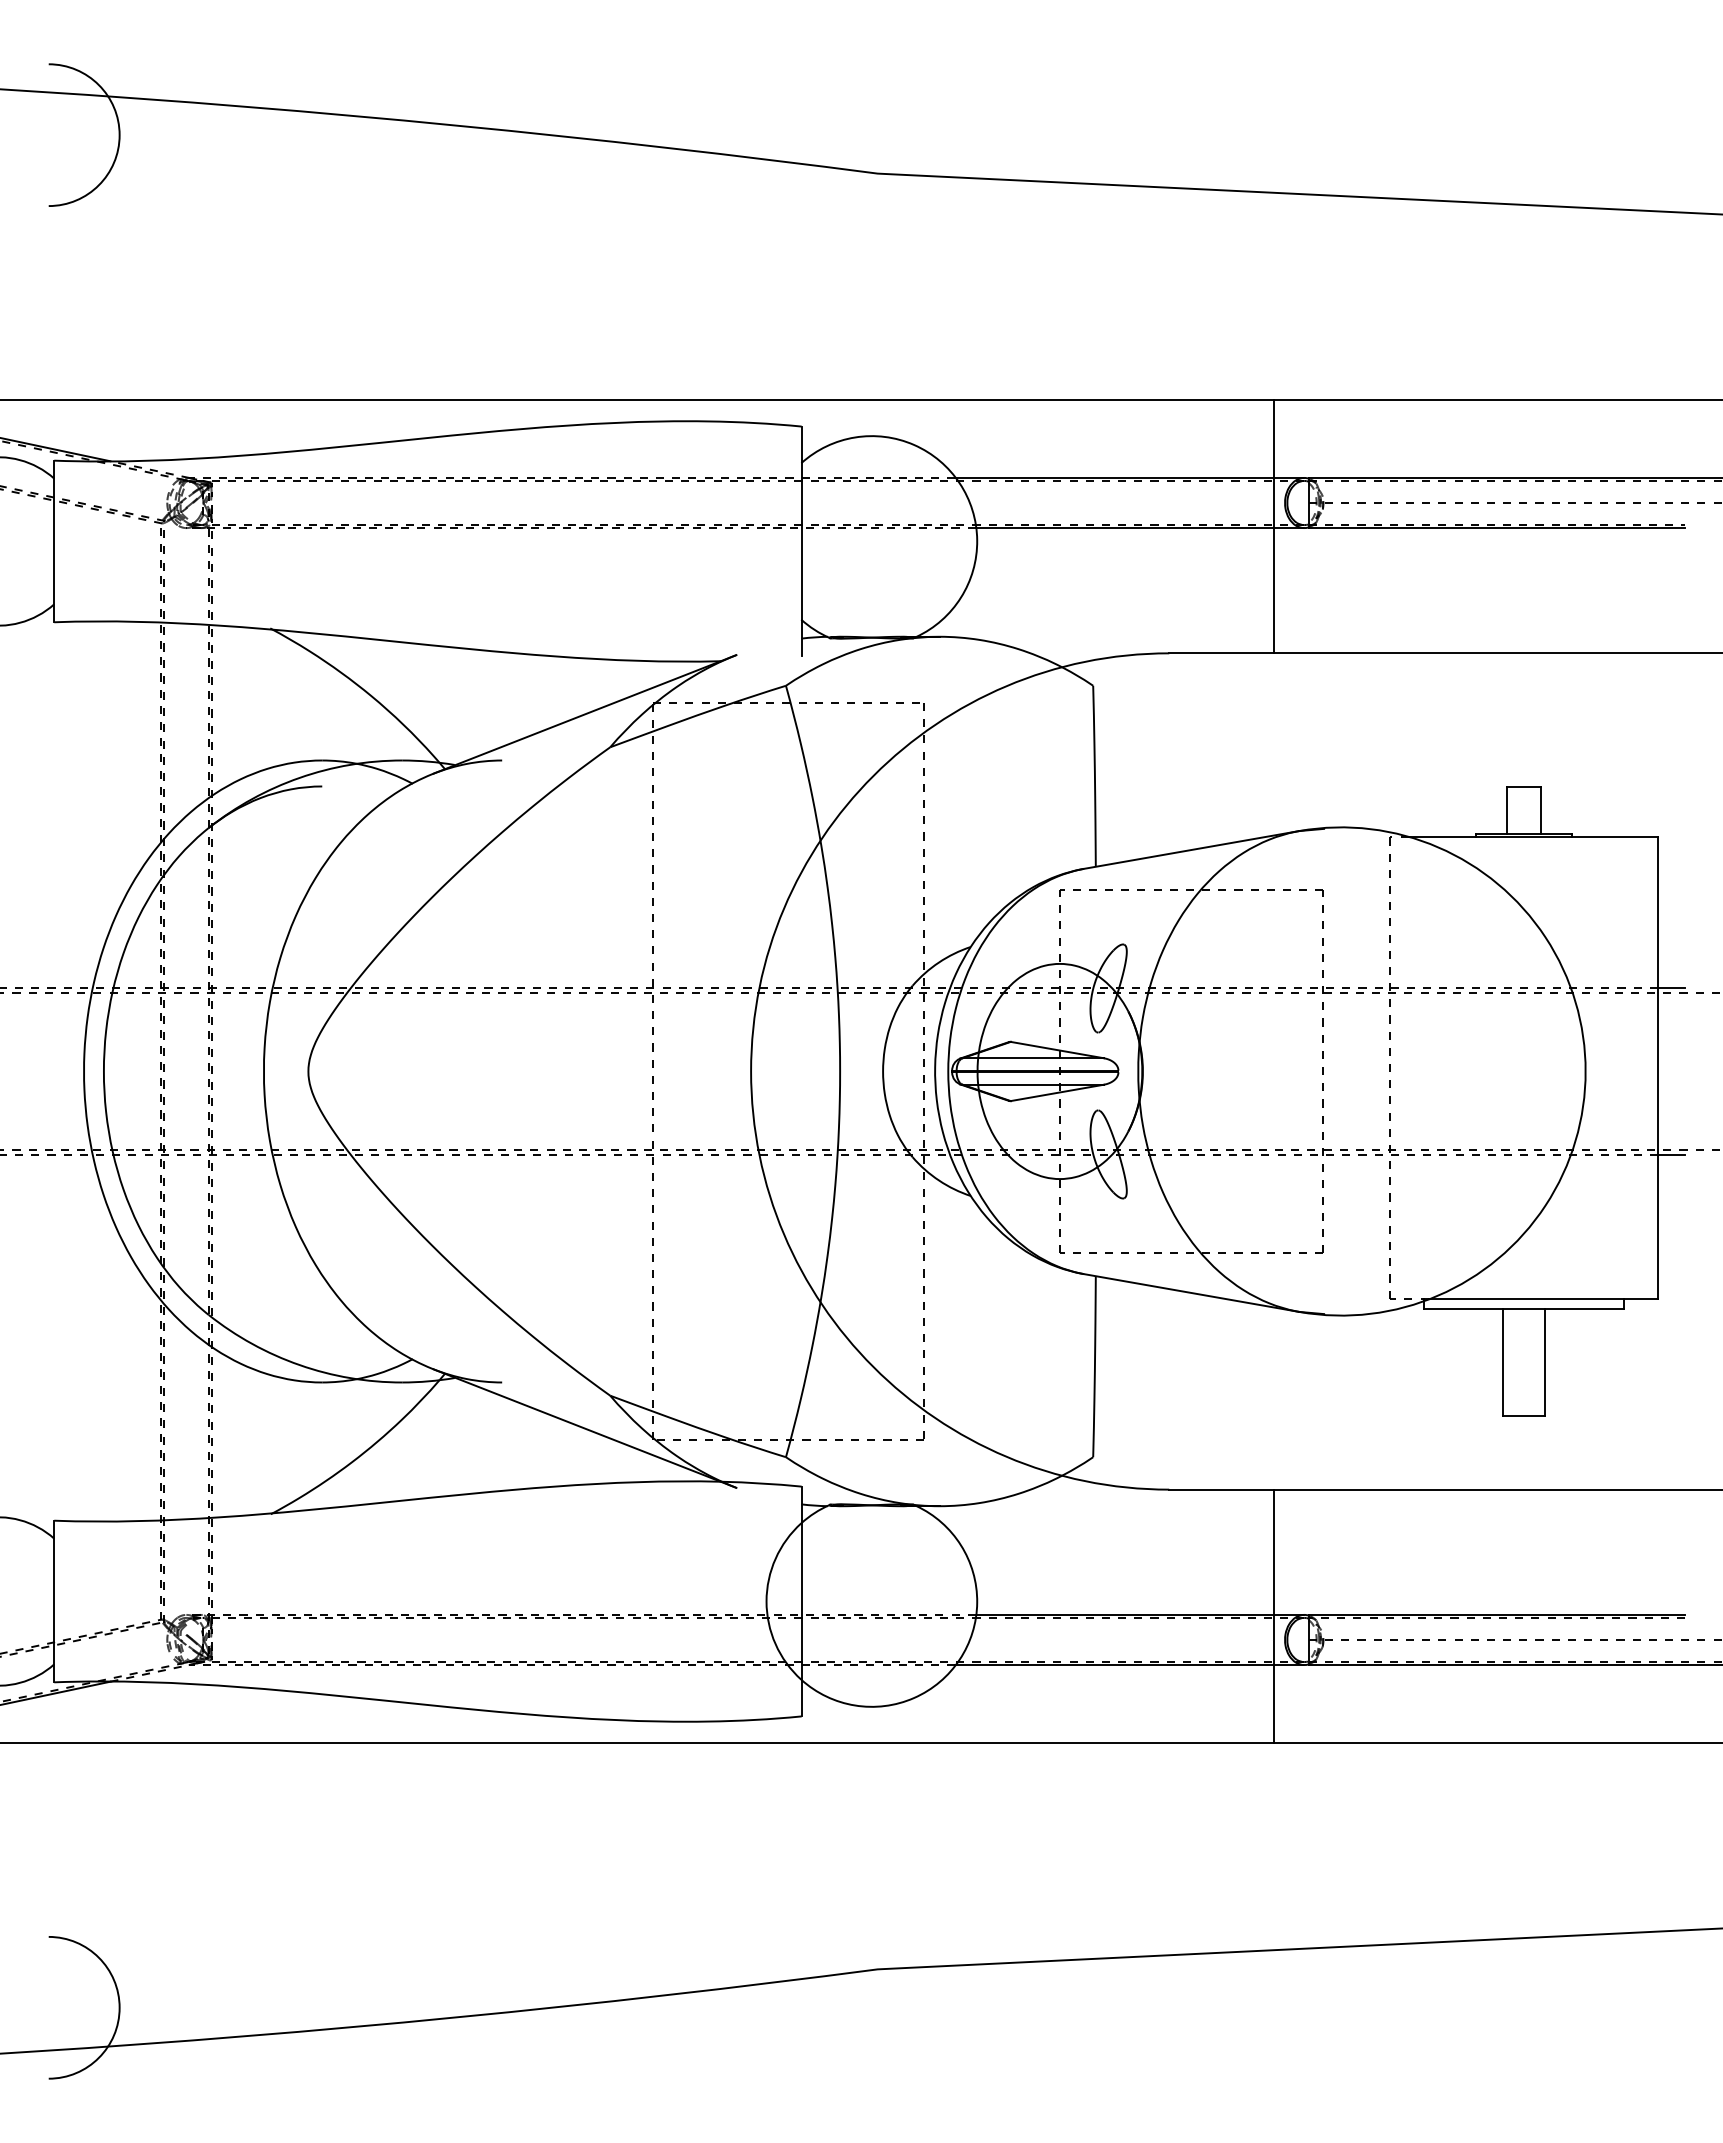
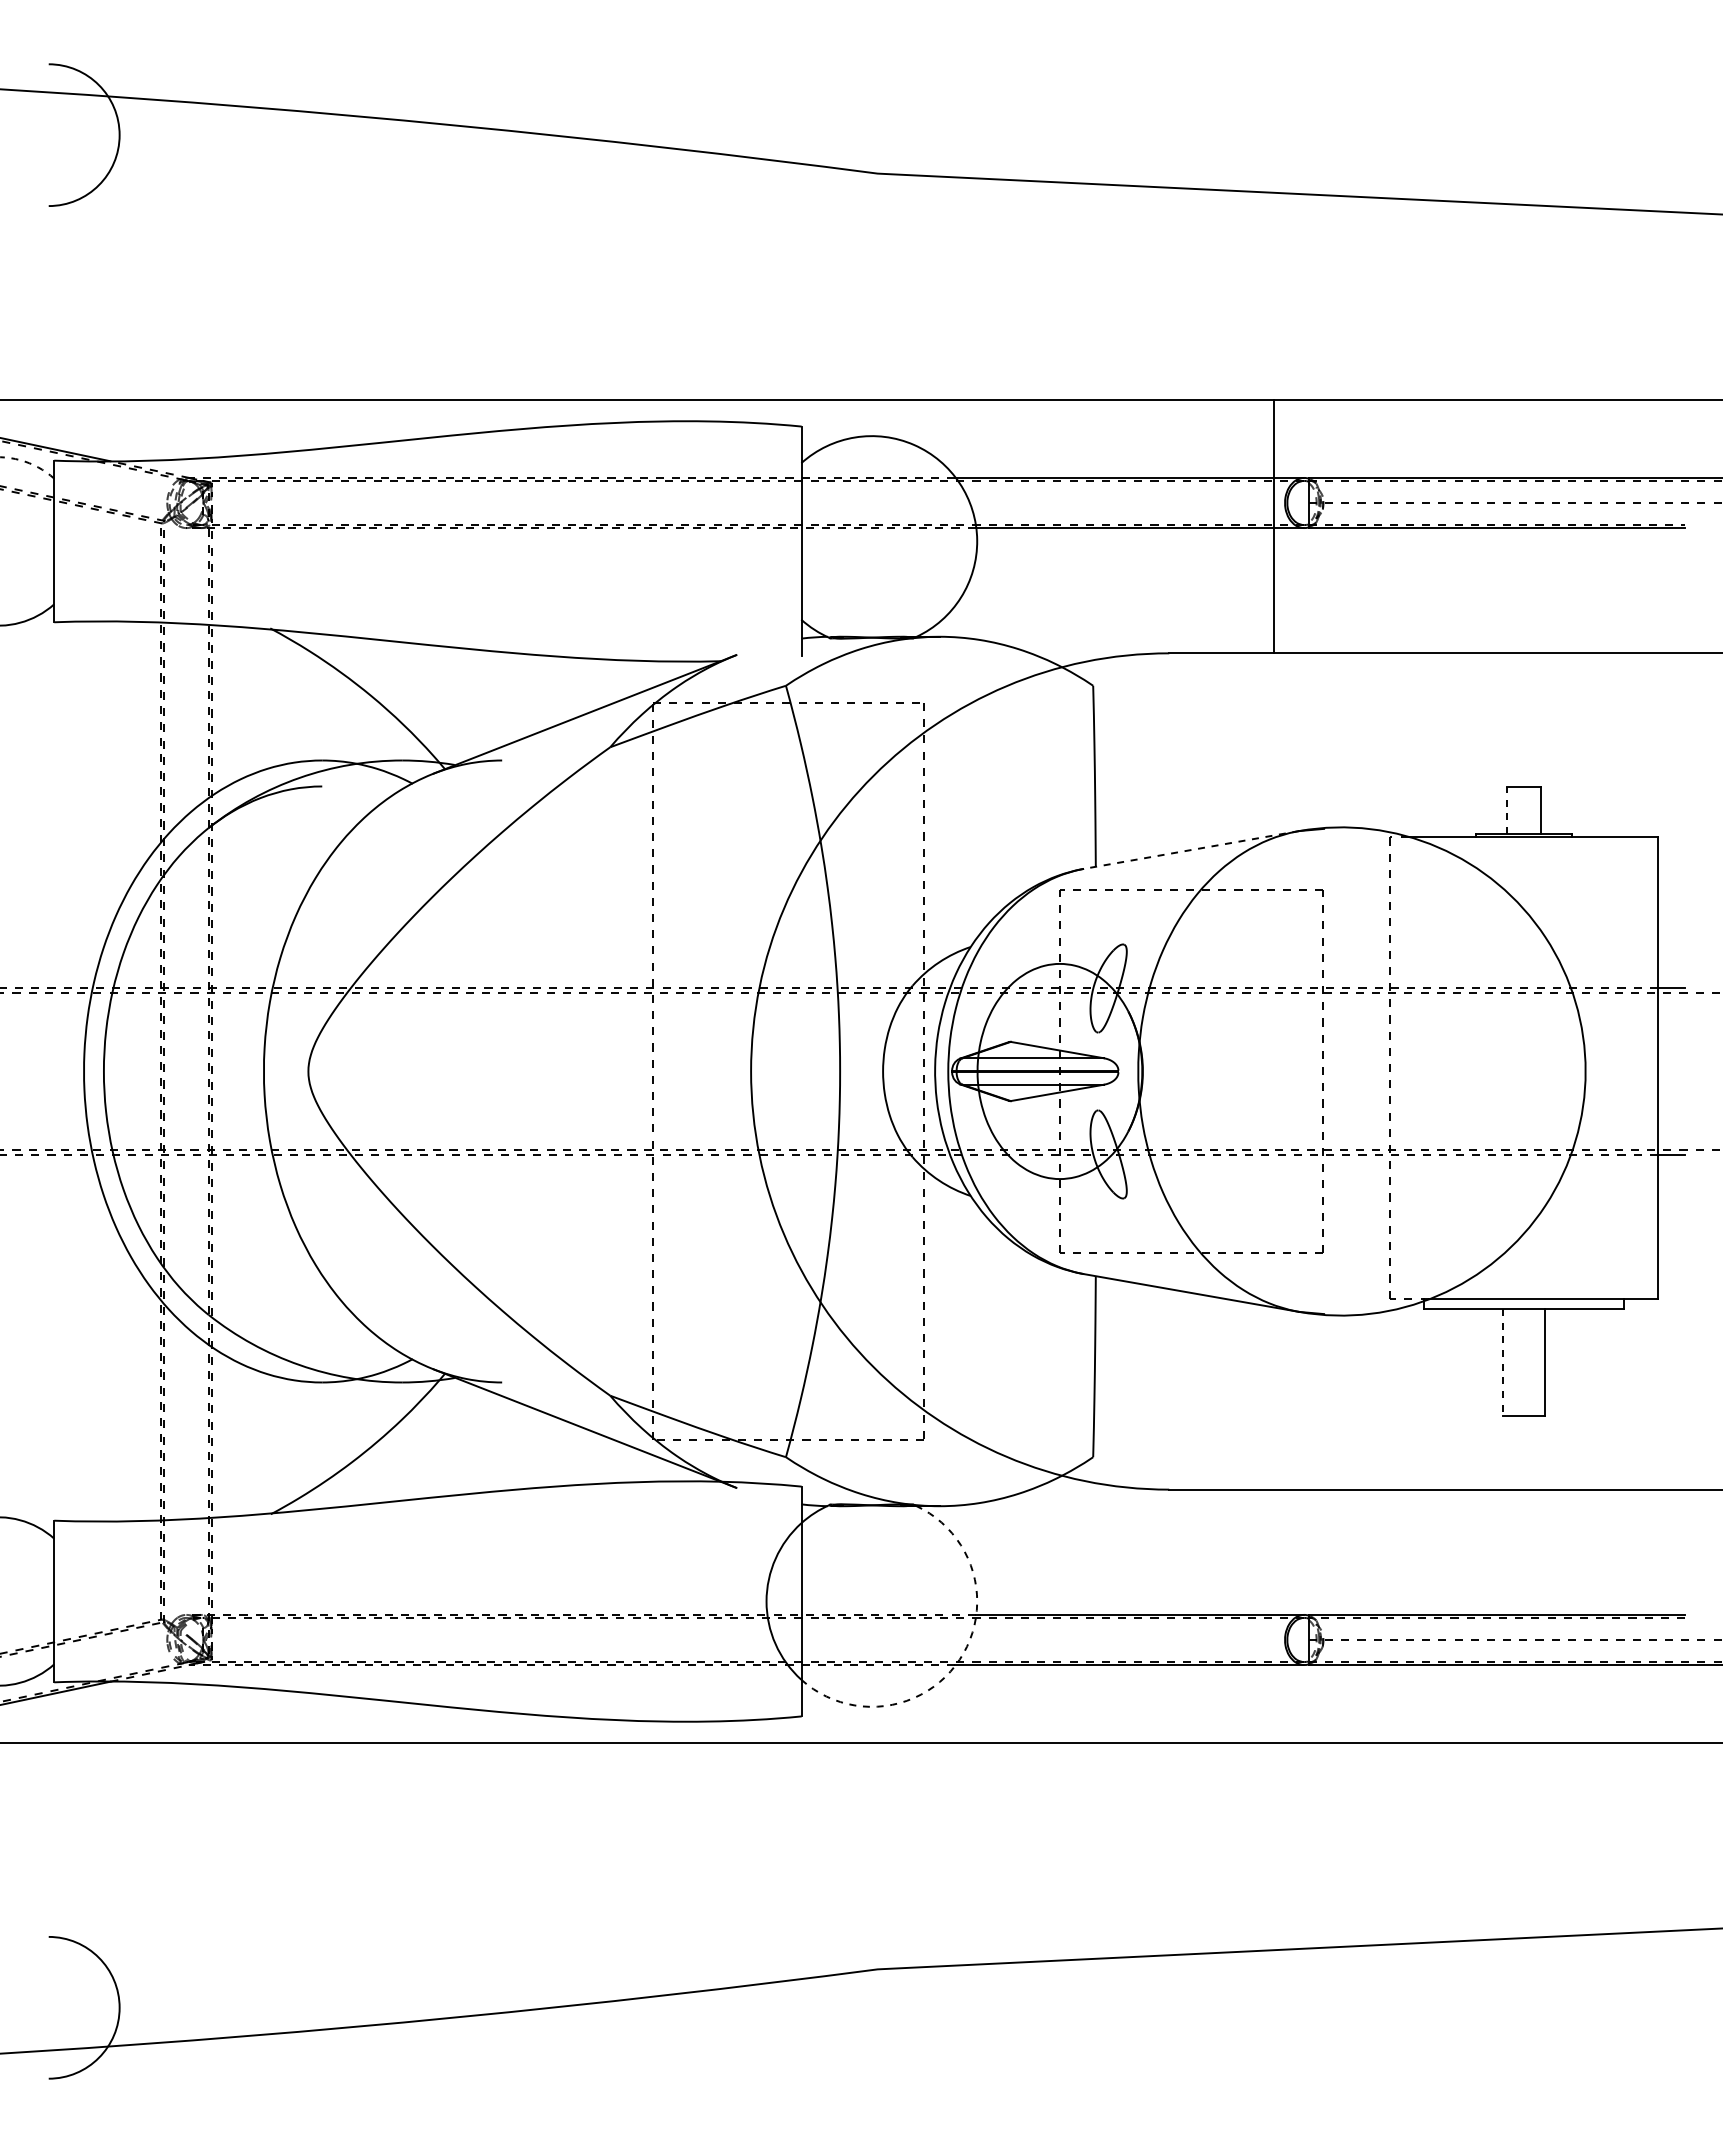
arc at (29, 463): solid -> dashed
line at (1507, 810): solid -> dashed
line at (1191, 850): solid -> dashed
line at (1503, 1362): solid -> dashed
line at (1274, 1616): present -> none
arc at (959, 1659): solid -> dashed
